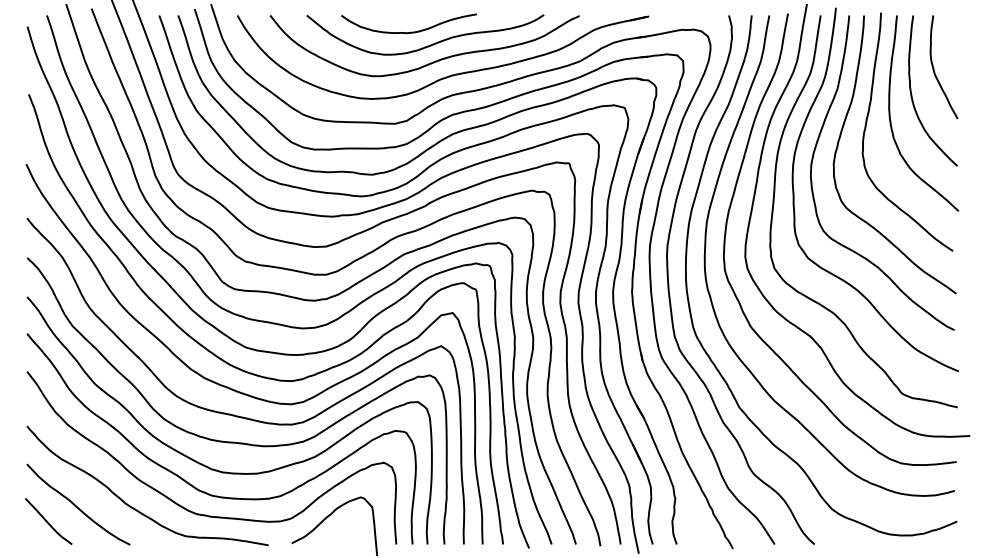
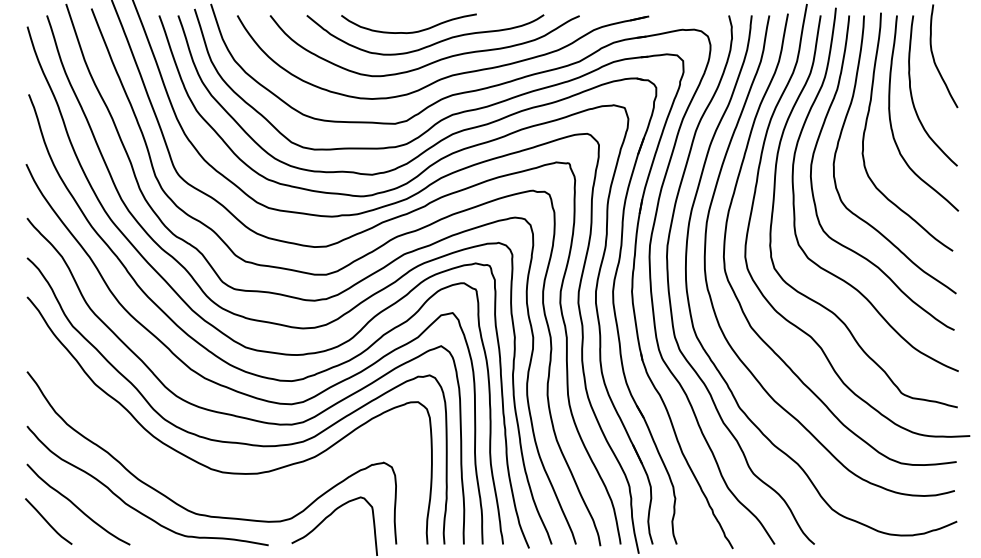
curve at (934, 68) position: (934, 68) -> (934, 57)
curve at (190, 483): present -> none
